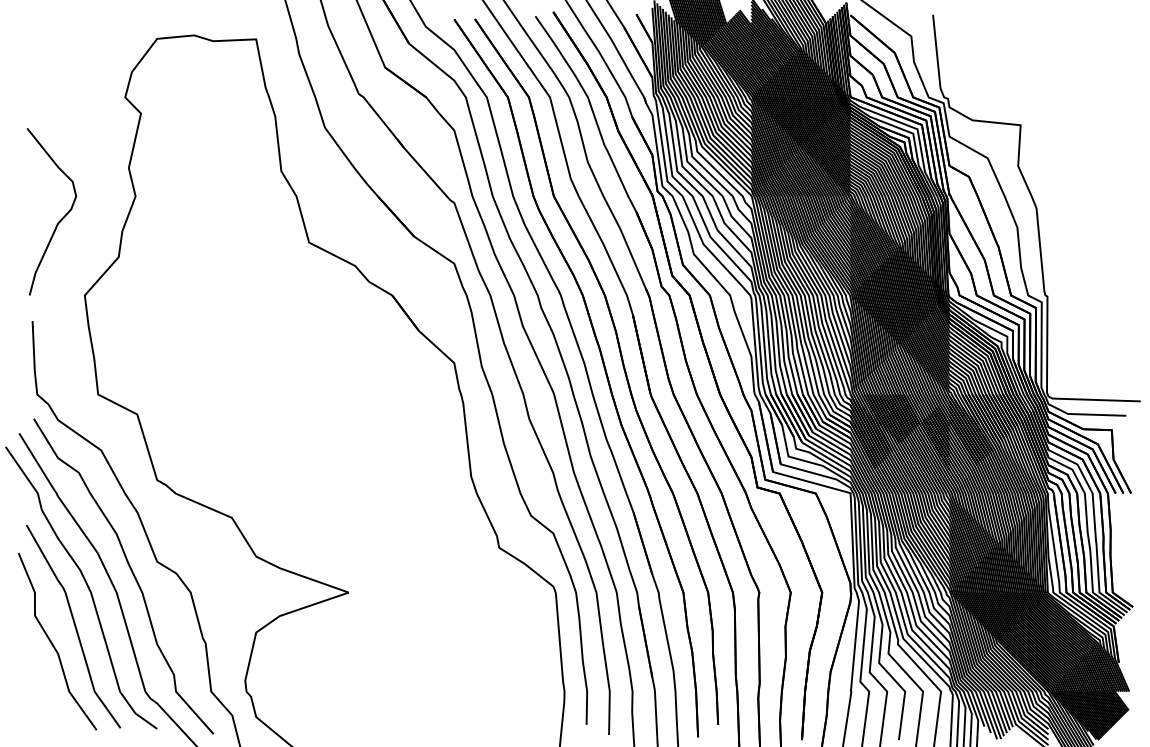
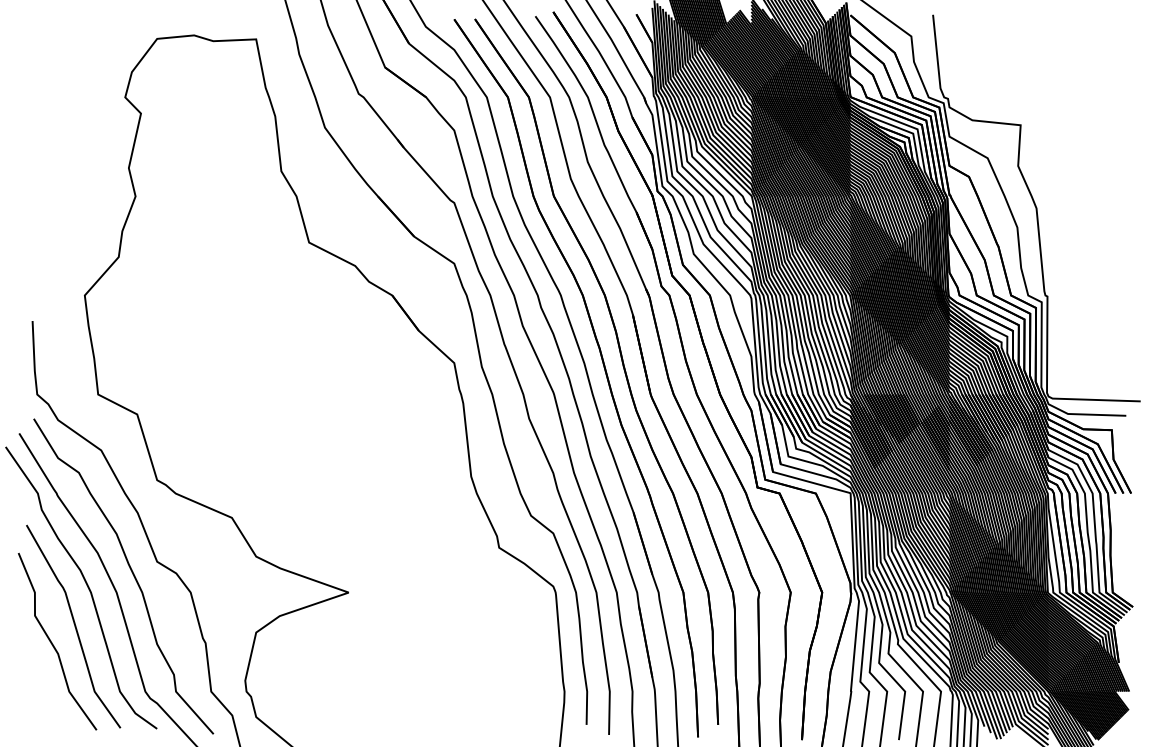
curve at (60, 219): present -> none
